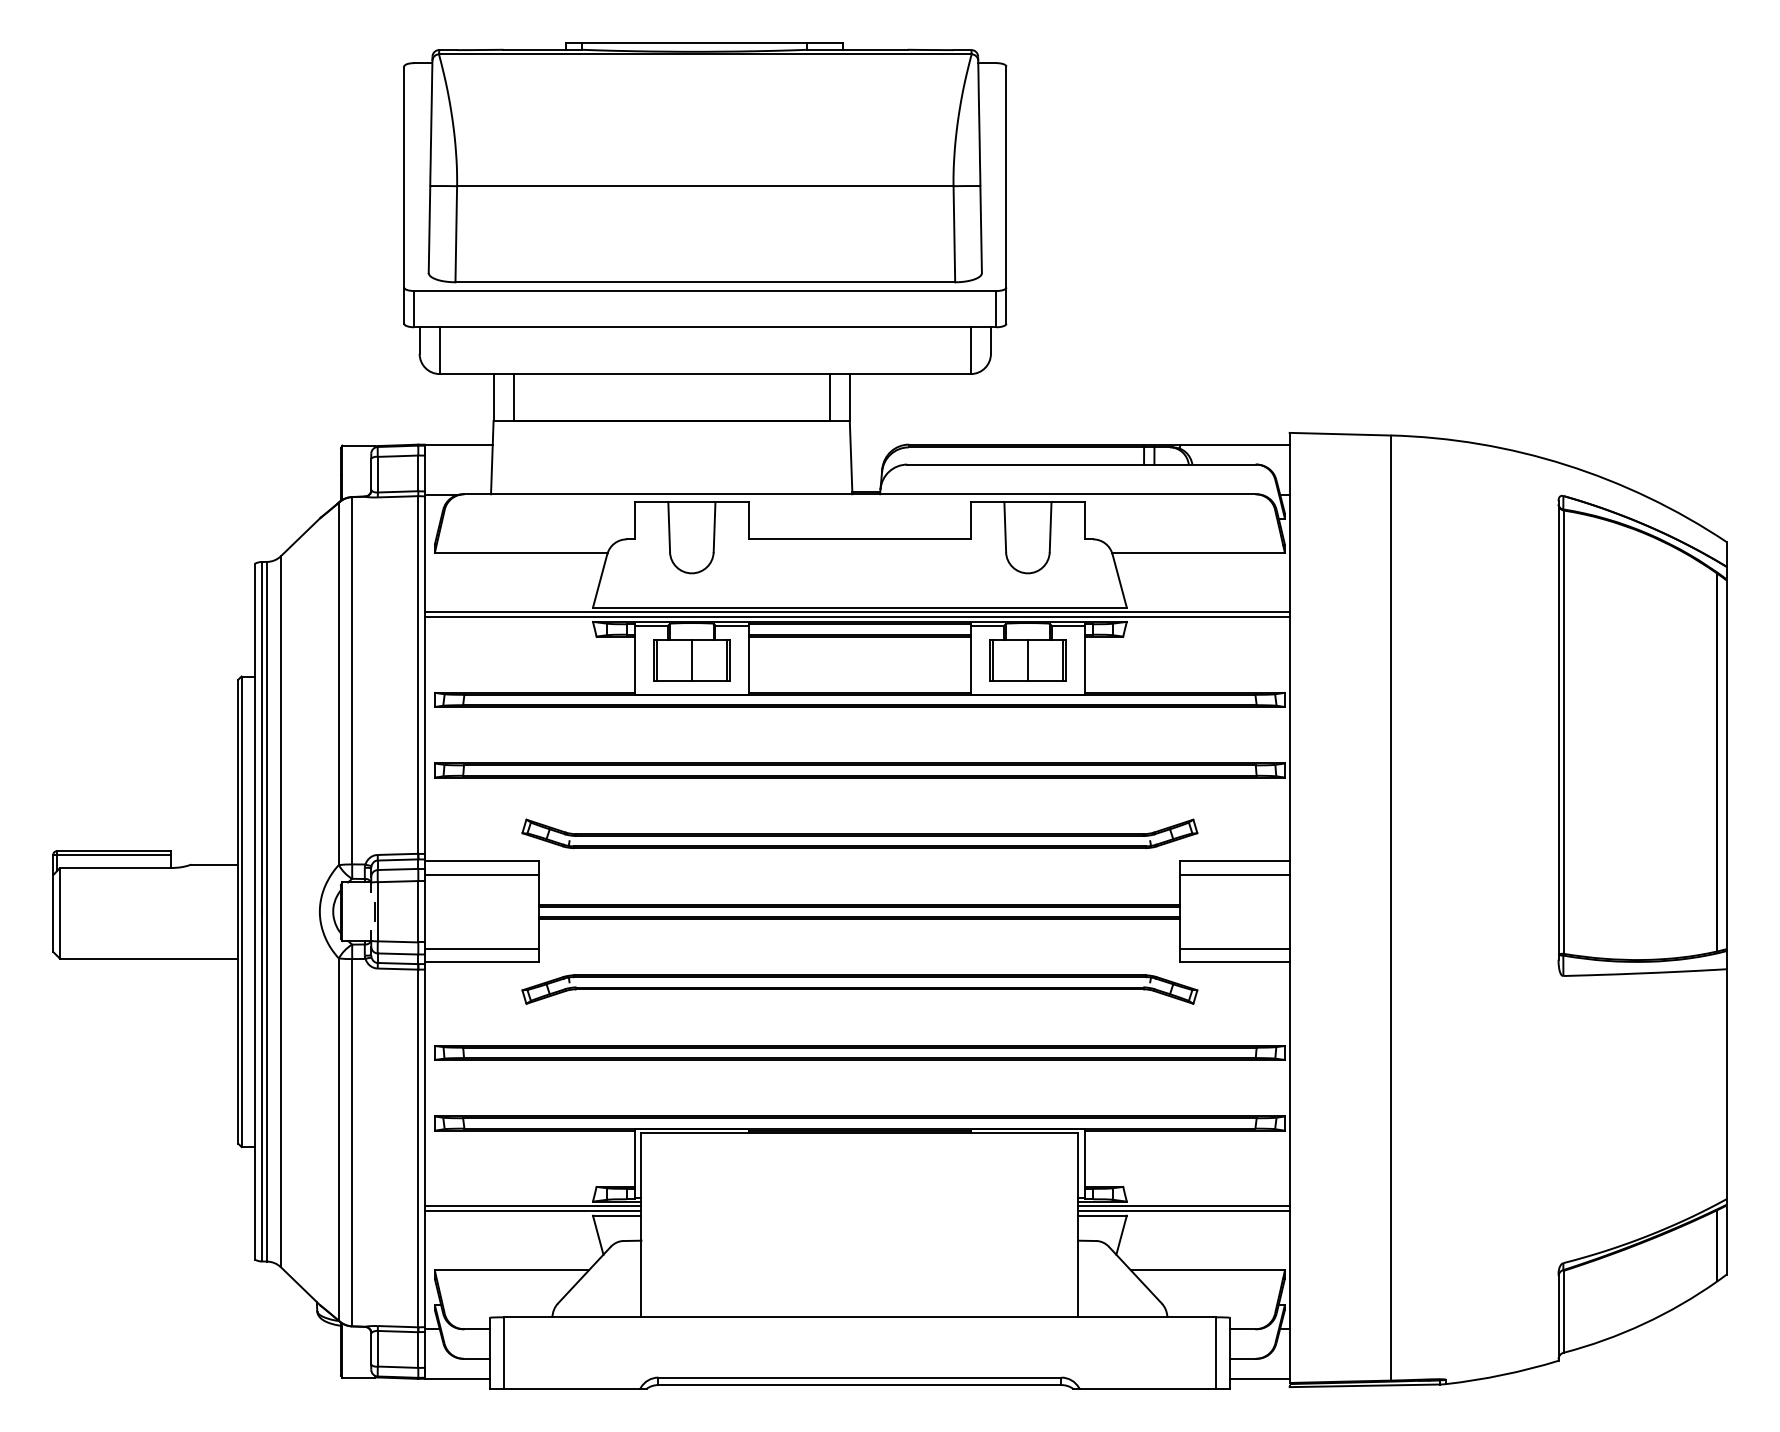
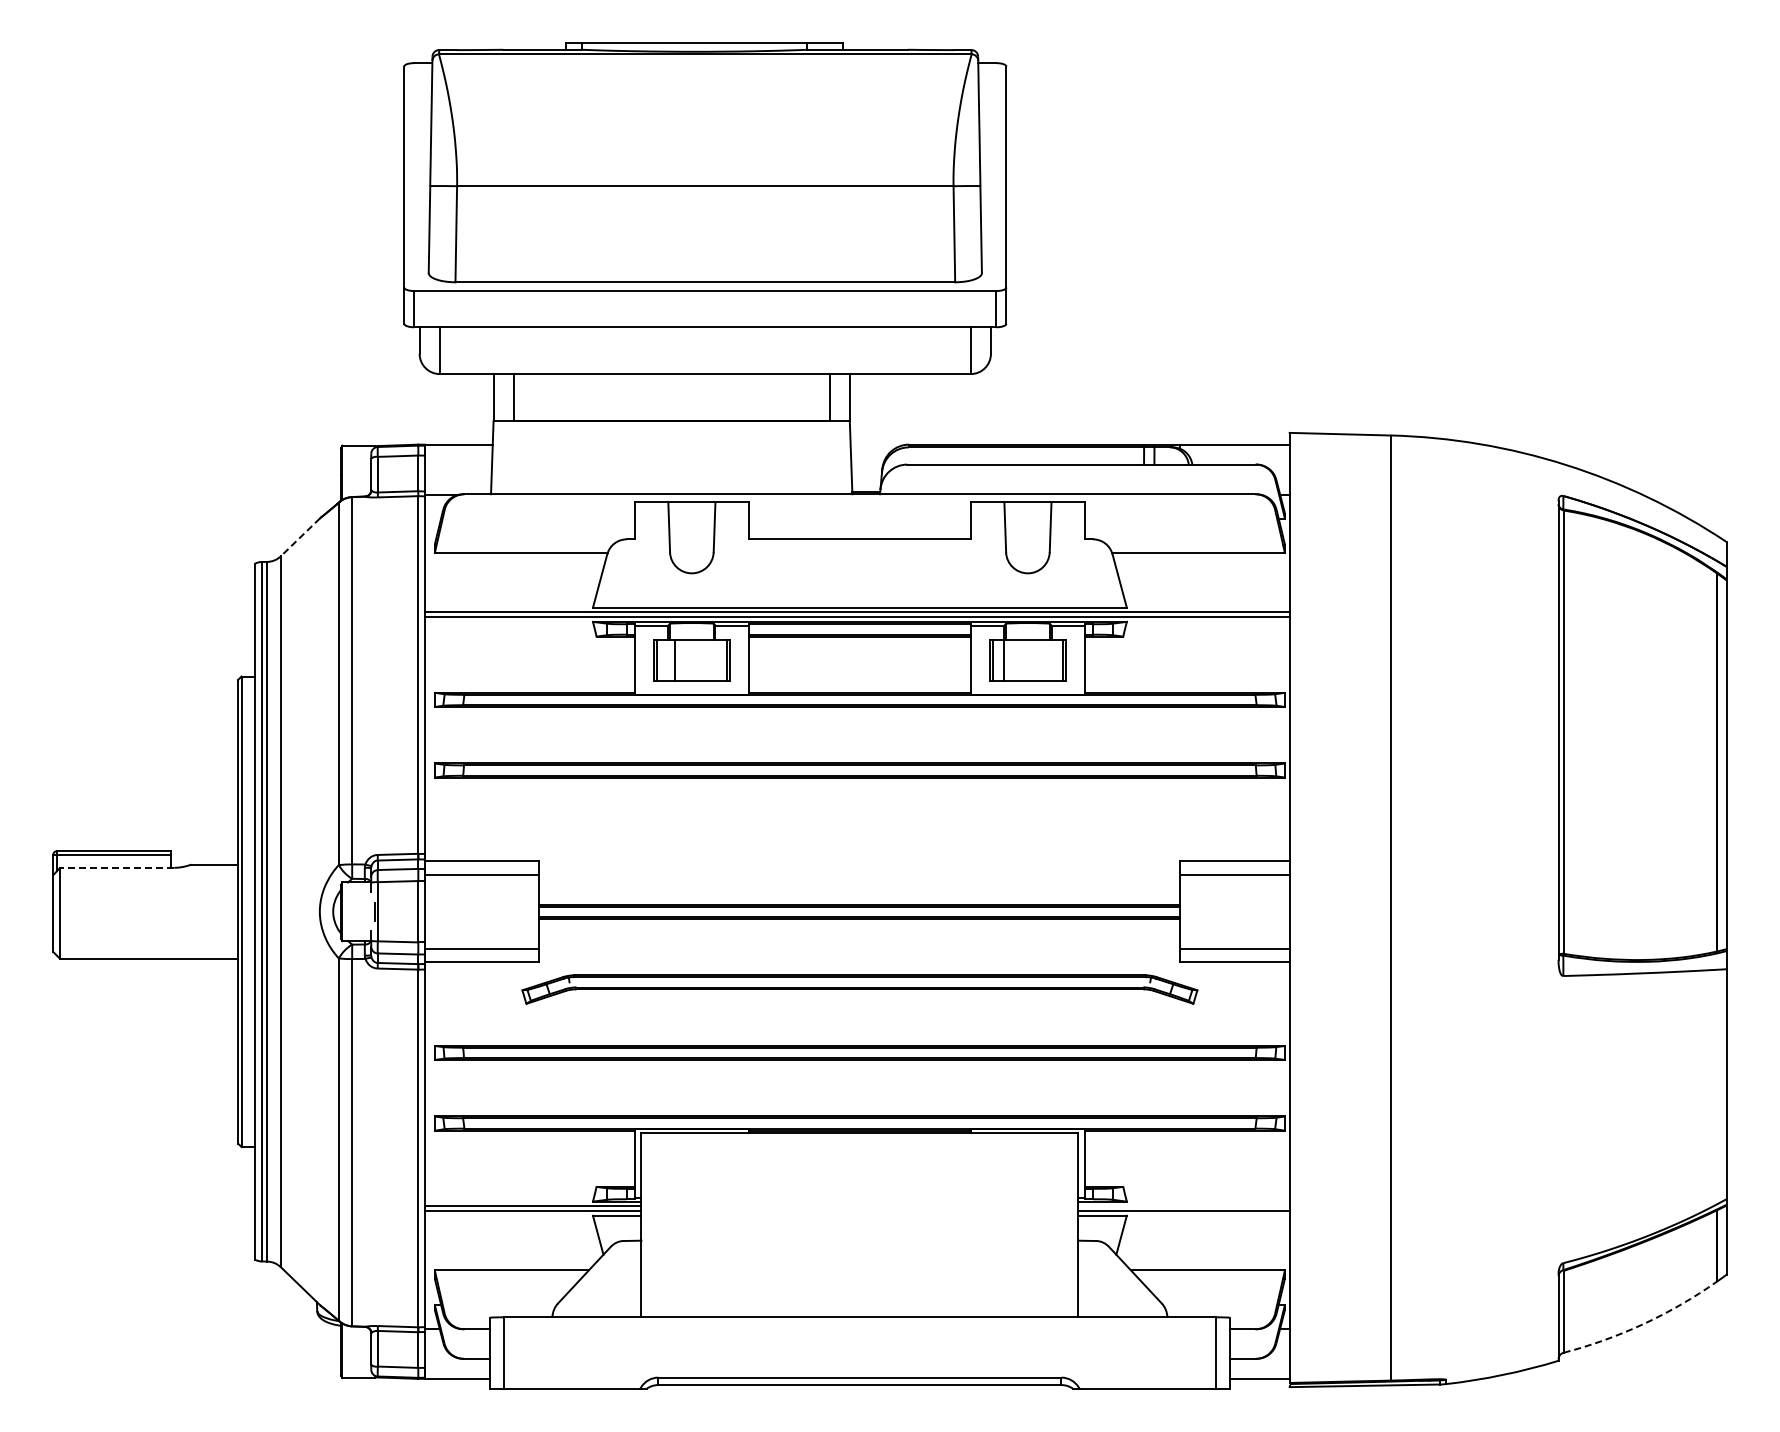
line at (300, 537): solid -> dashed
line at (691, 659) position: (691, 659) -> (674, 659)
line at (1027, 659) position: (1027, 659) -> (1003, 659)
part at (859, 833): present -> none
line at (116, 867): solid -> dashed
line at (1183, 1206): present -> none
arc at (1643, 1324): solid -> dashed
